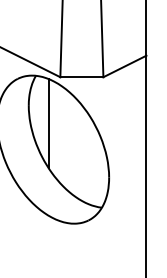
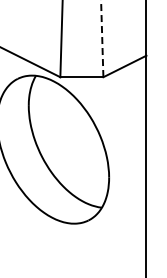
line at (102, 39): solid -> dashed
line at (48, 123): present -> none
